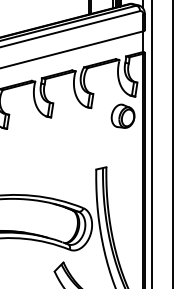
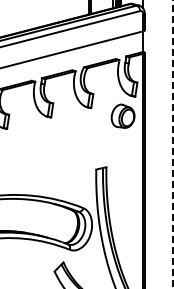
line at (151, 143): present -> none
line at (173, 144): solid -> dashed
